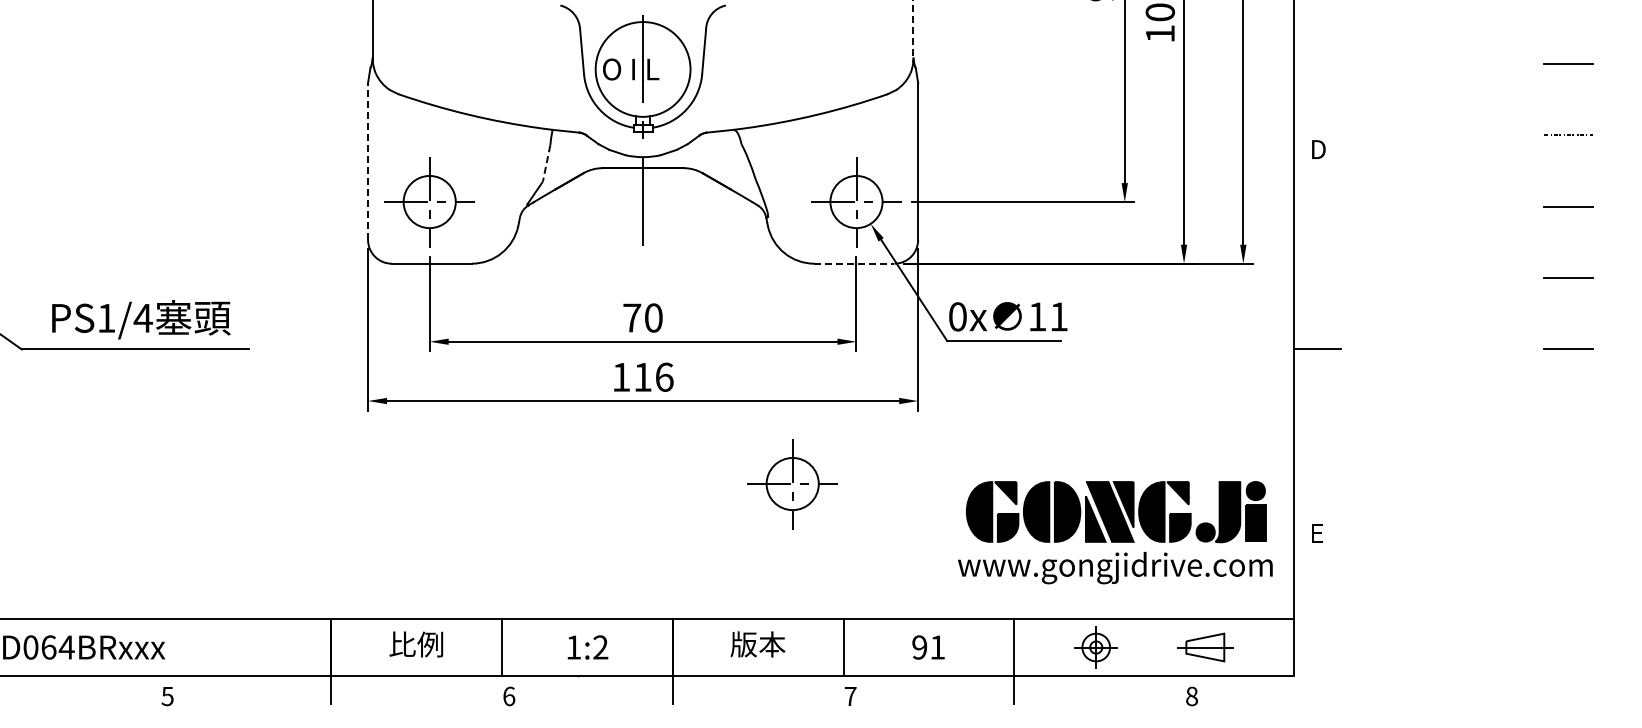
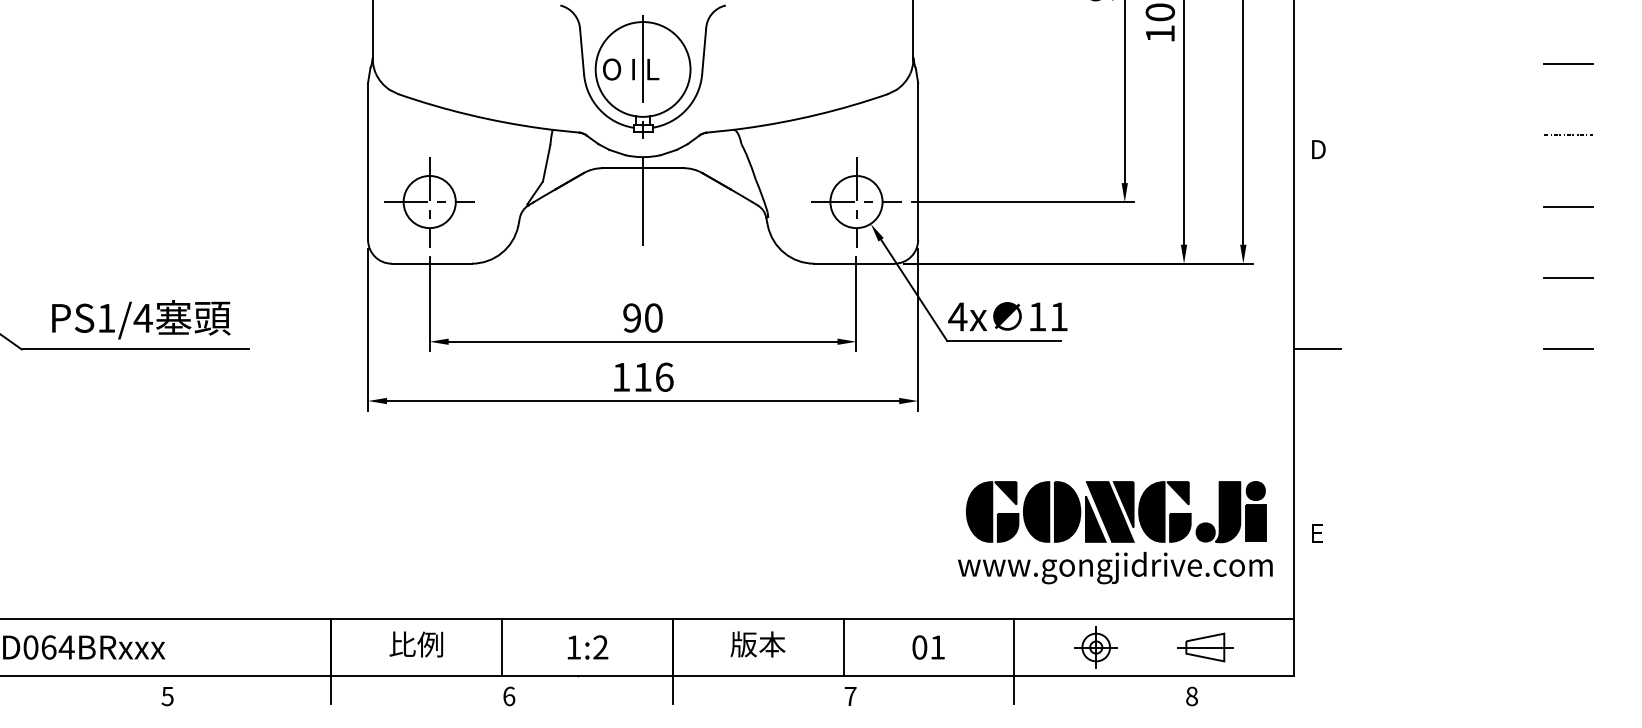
line at (913, 30): dashed -> solid
line at (368, 161): dashed -> solid
line at (546, 163): dashed -> solid
line at (854, 263): dashed -> solid
text at (957, 316): 0x -> 4x
text at (632, 317): 70 -> 90
part at (792, 484): present -> none
text at (919, 647): 91 -> 01
